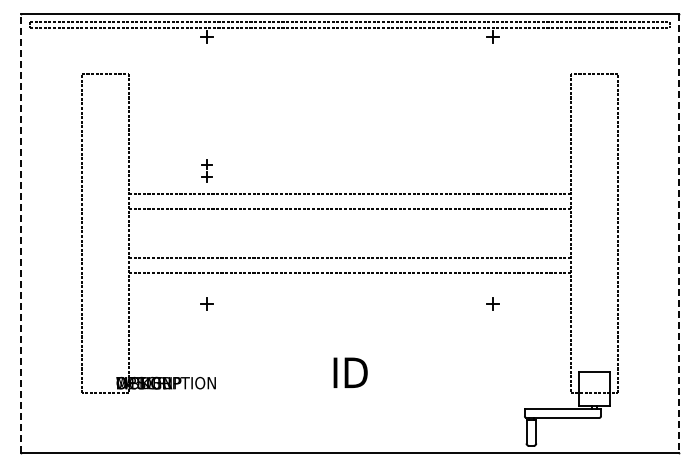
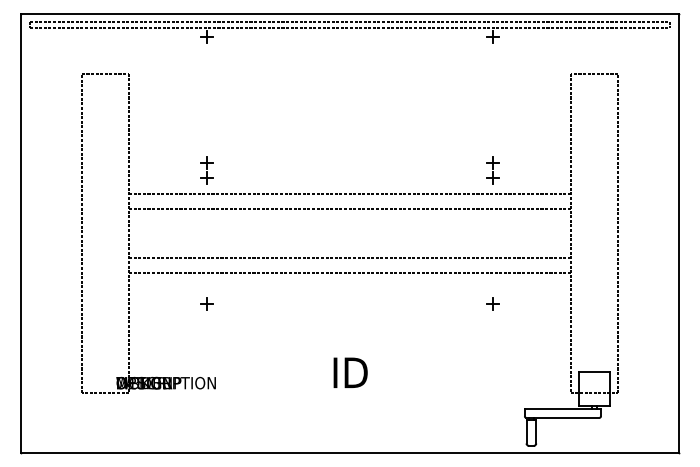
part at (206, 170) size: 12x24 px -> 14x29 px
part at (492, 170): none -> present
line at (21, 233): dashed -> solid
line at (679, 233): dashed -> solid
